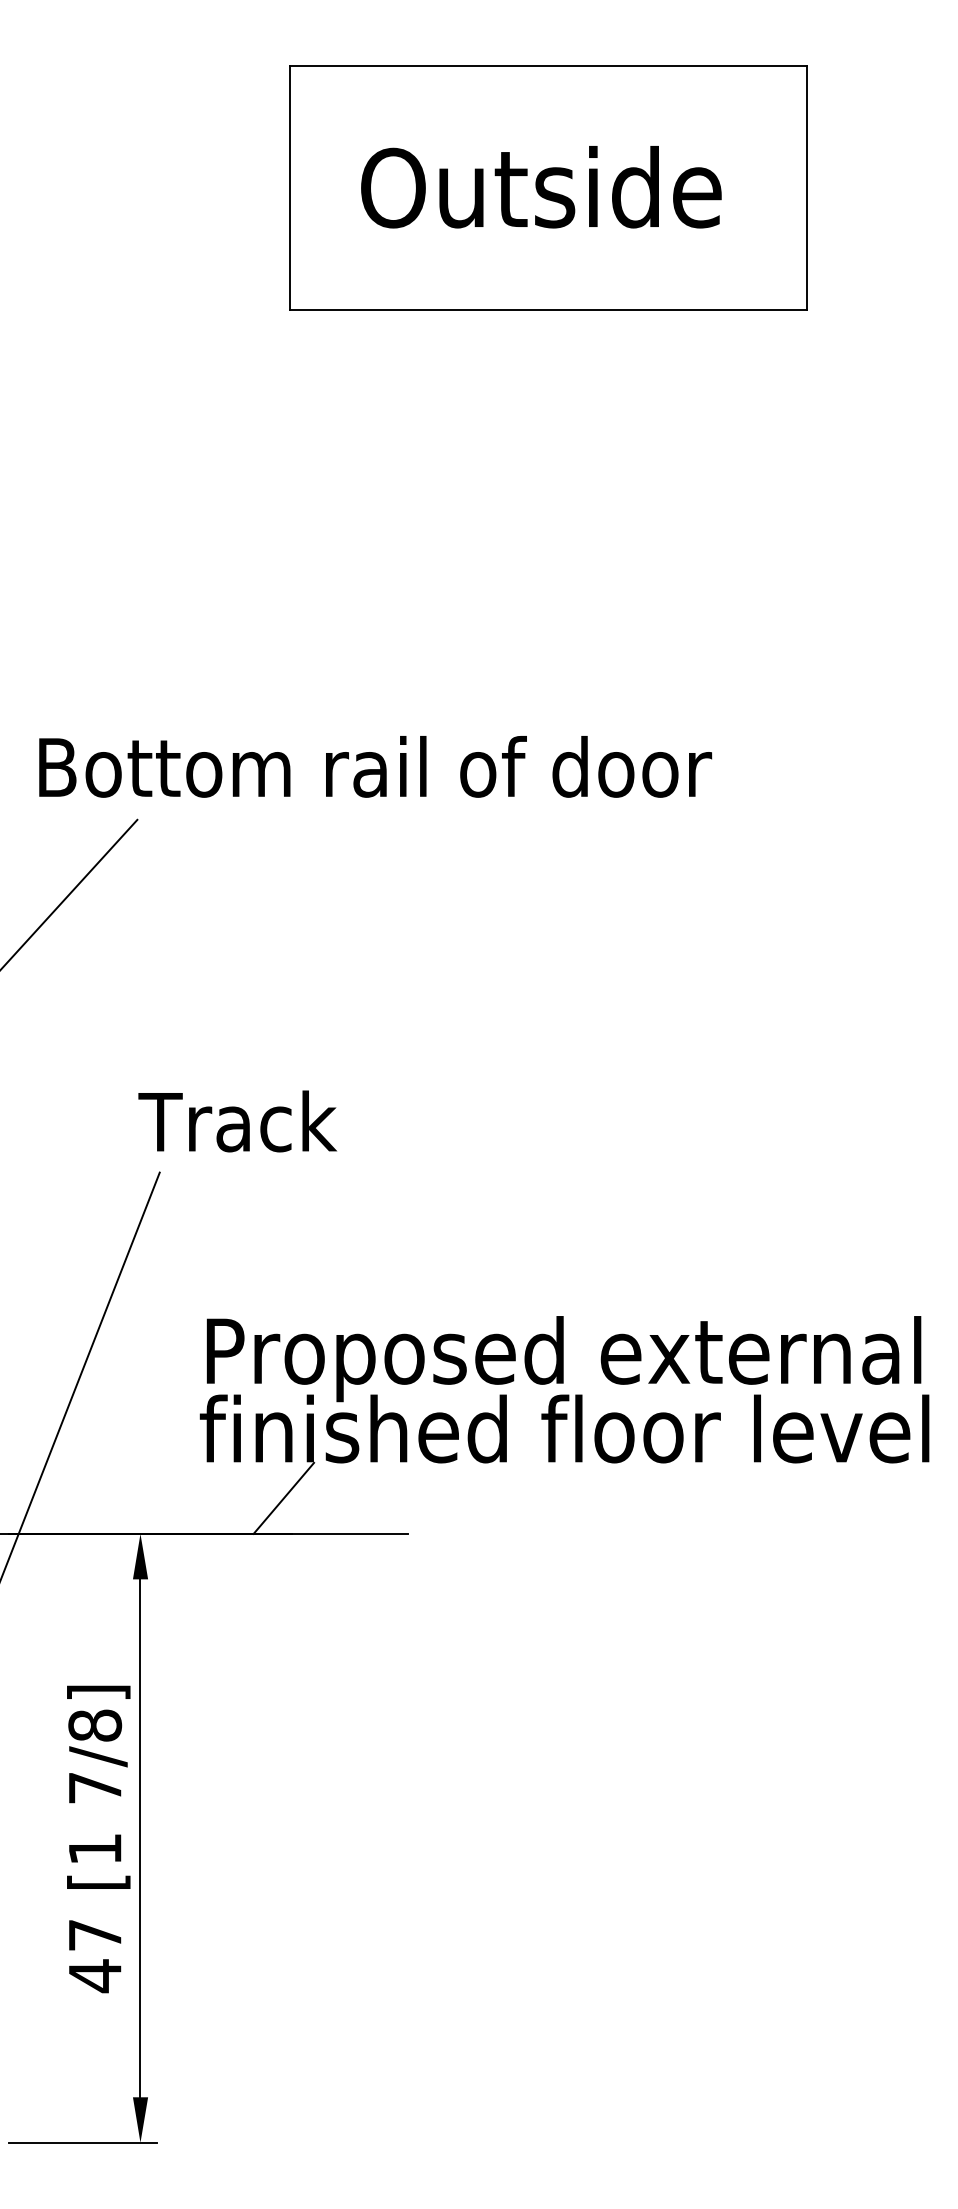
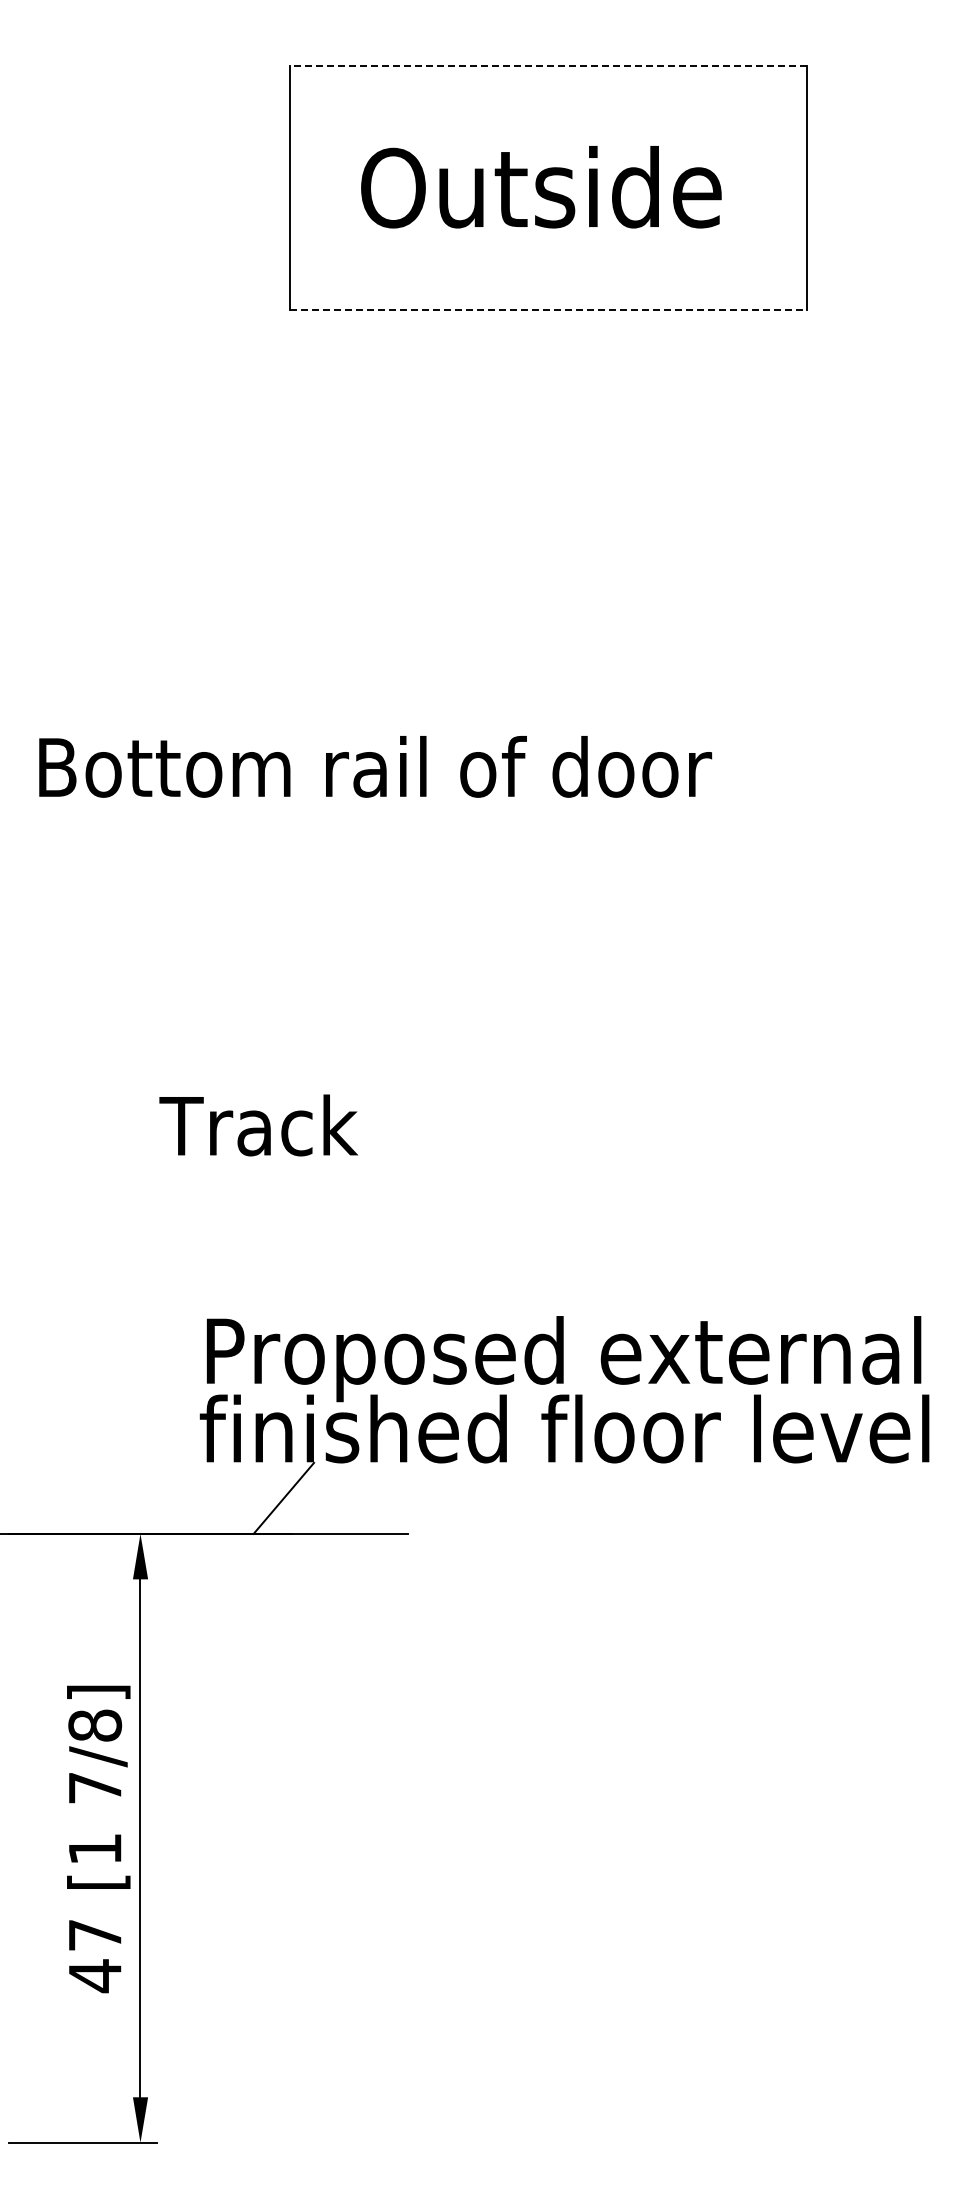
line at (548, 66): solid -> dashed
line at (548, 310): solid -> dashed
line at (69, 893): present -> none
text at (237, 1121) position: (237, 1121) -> (258, 1125)
line at (80, 1374): present -> none
